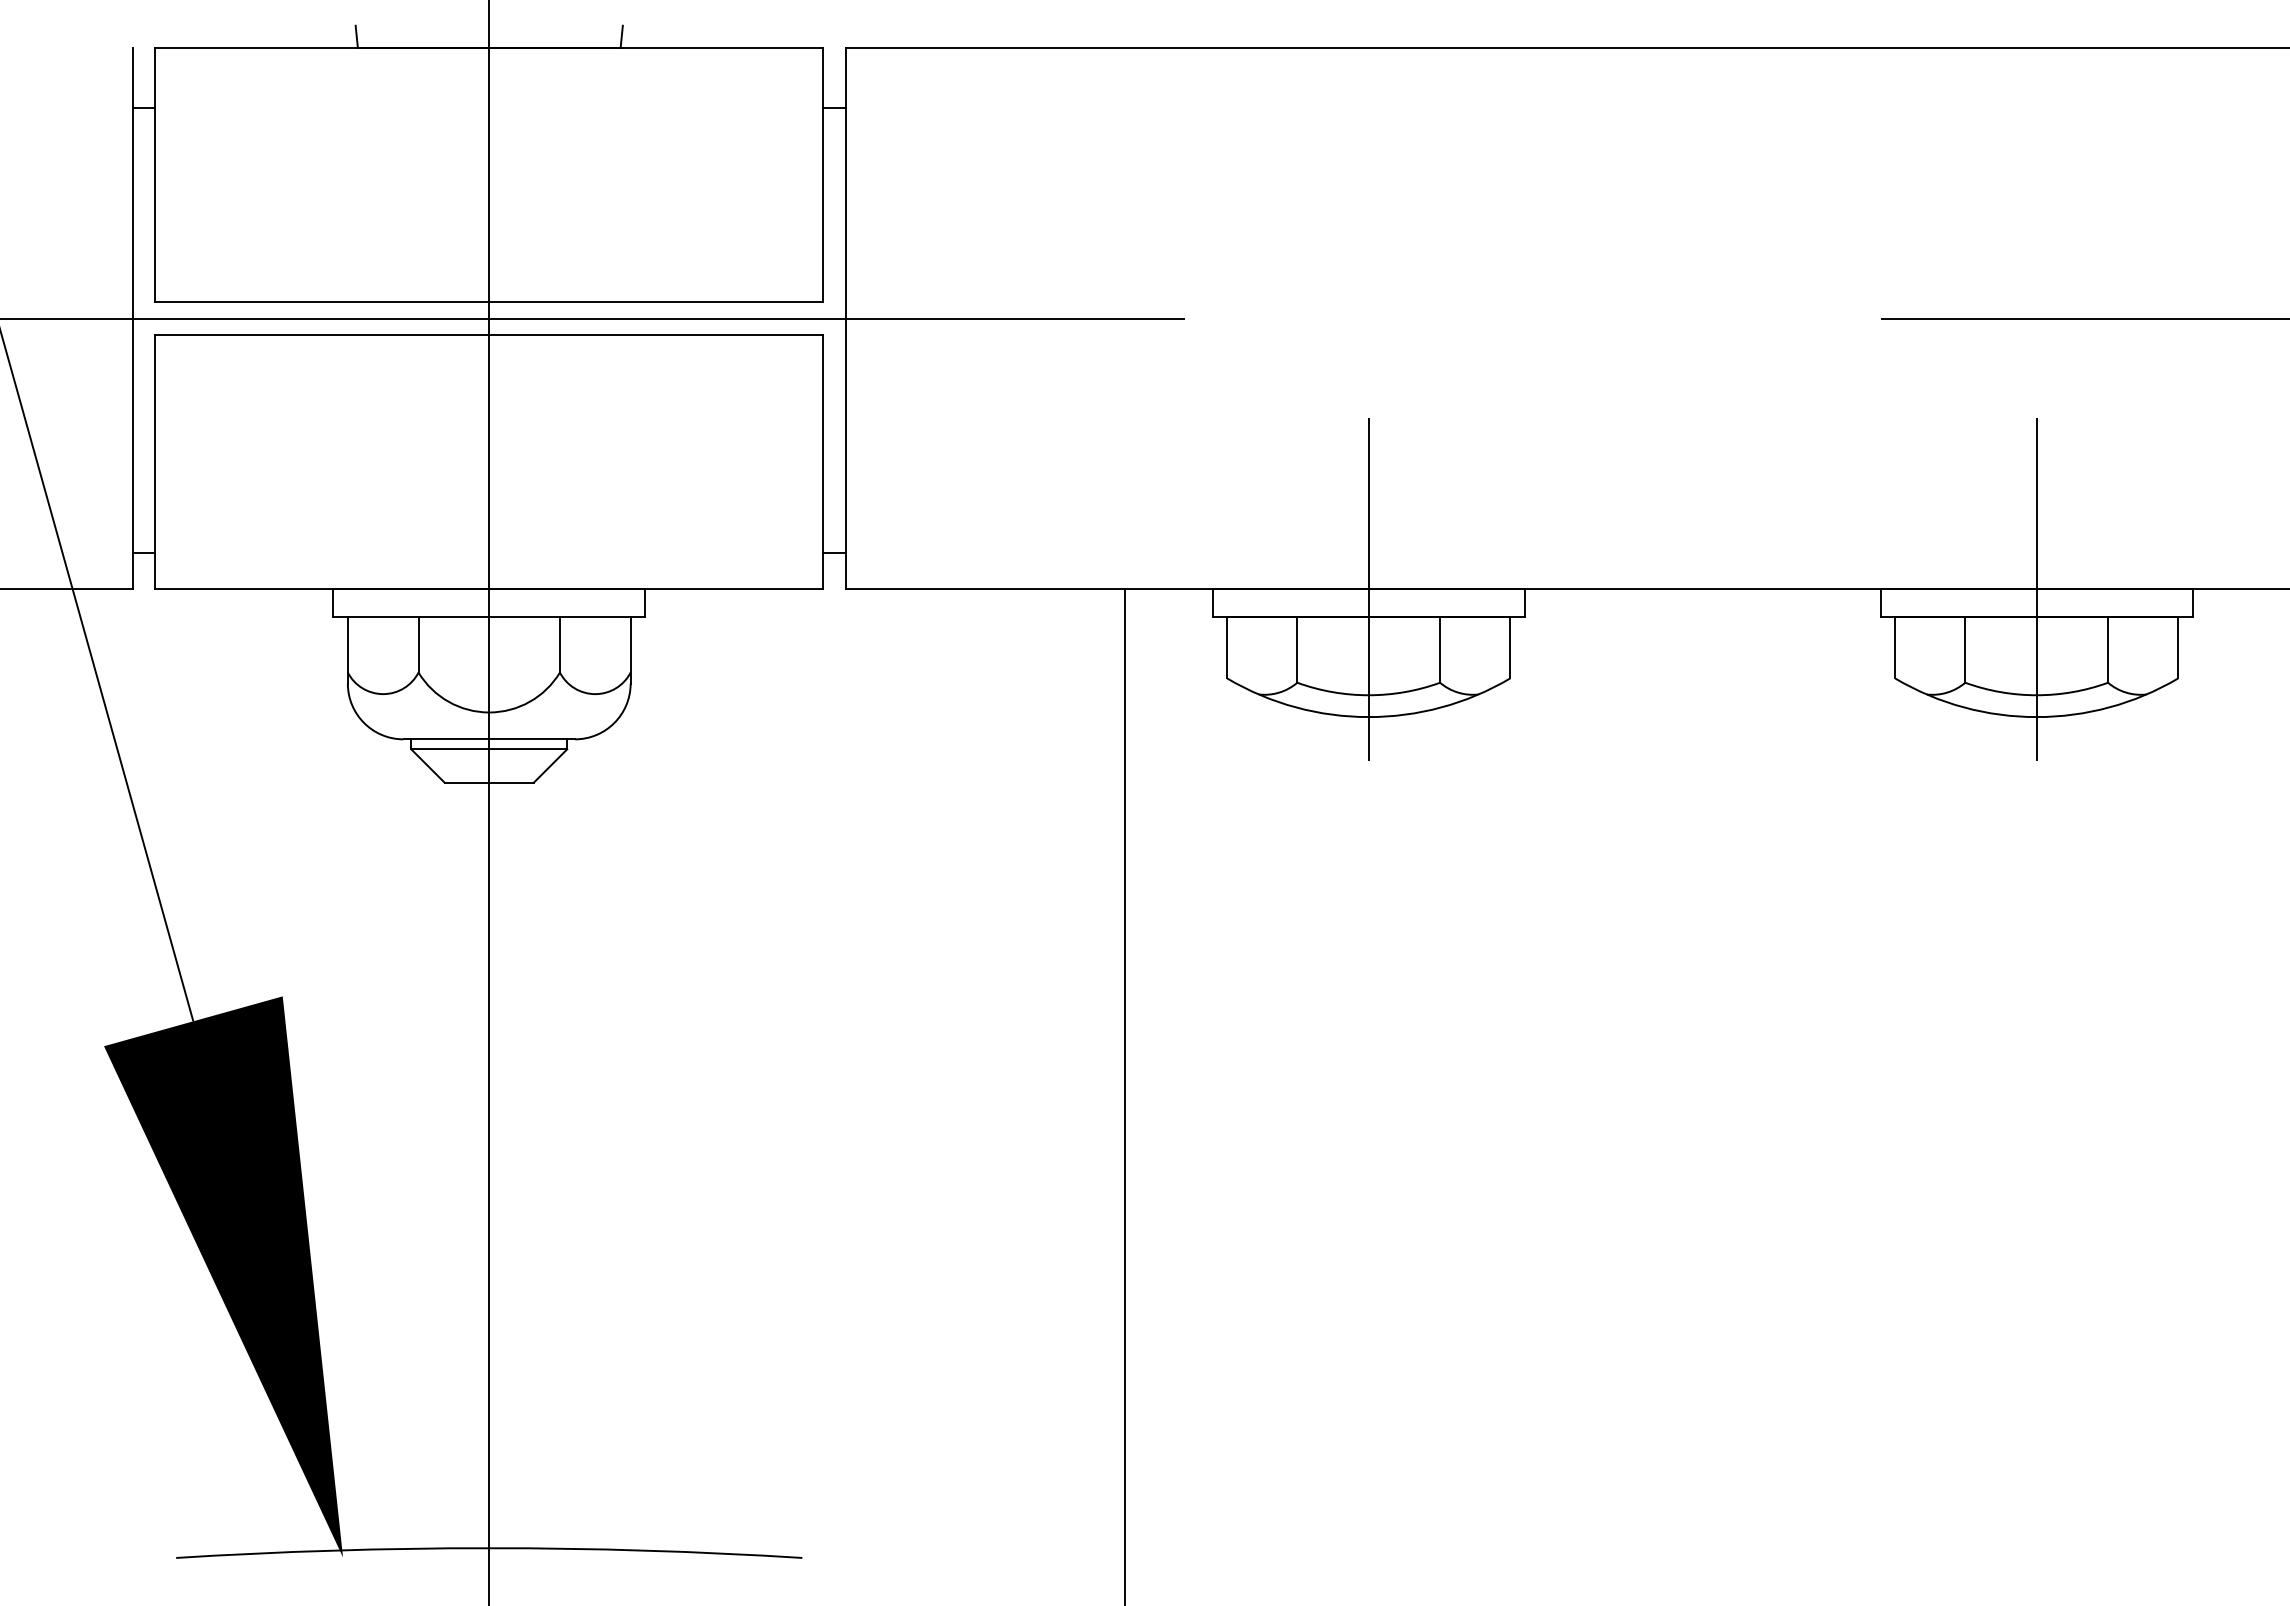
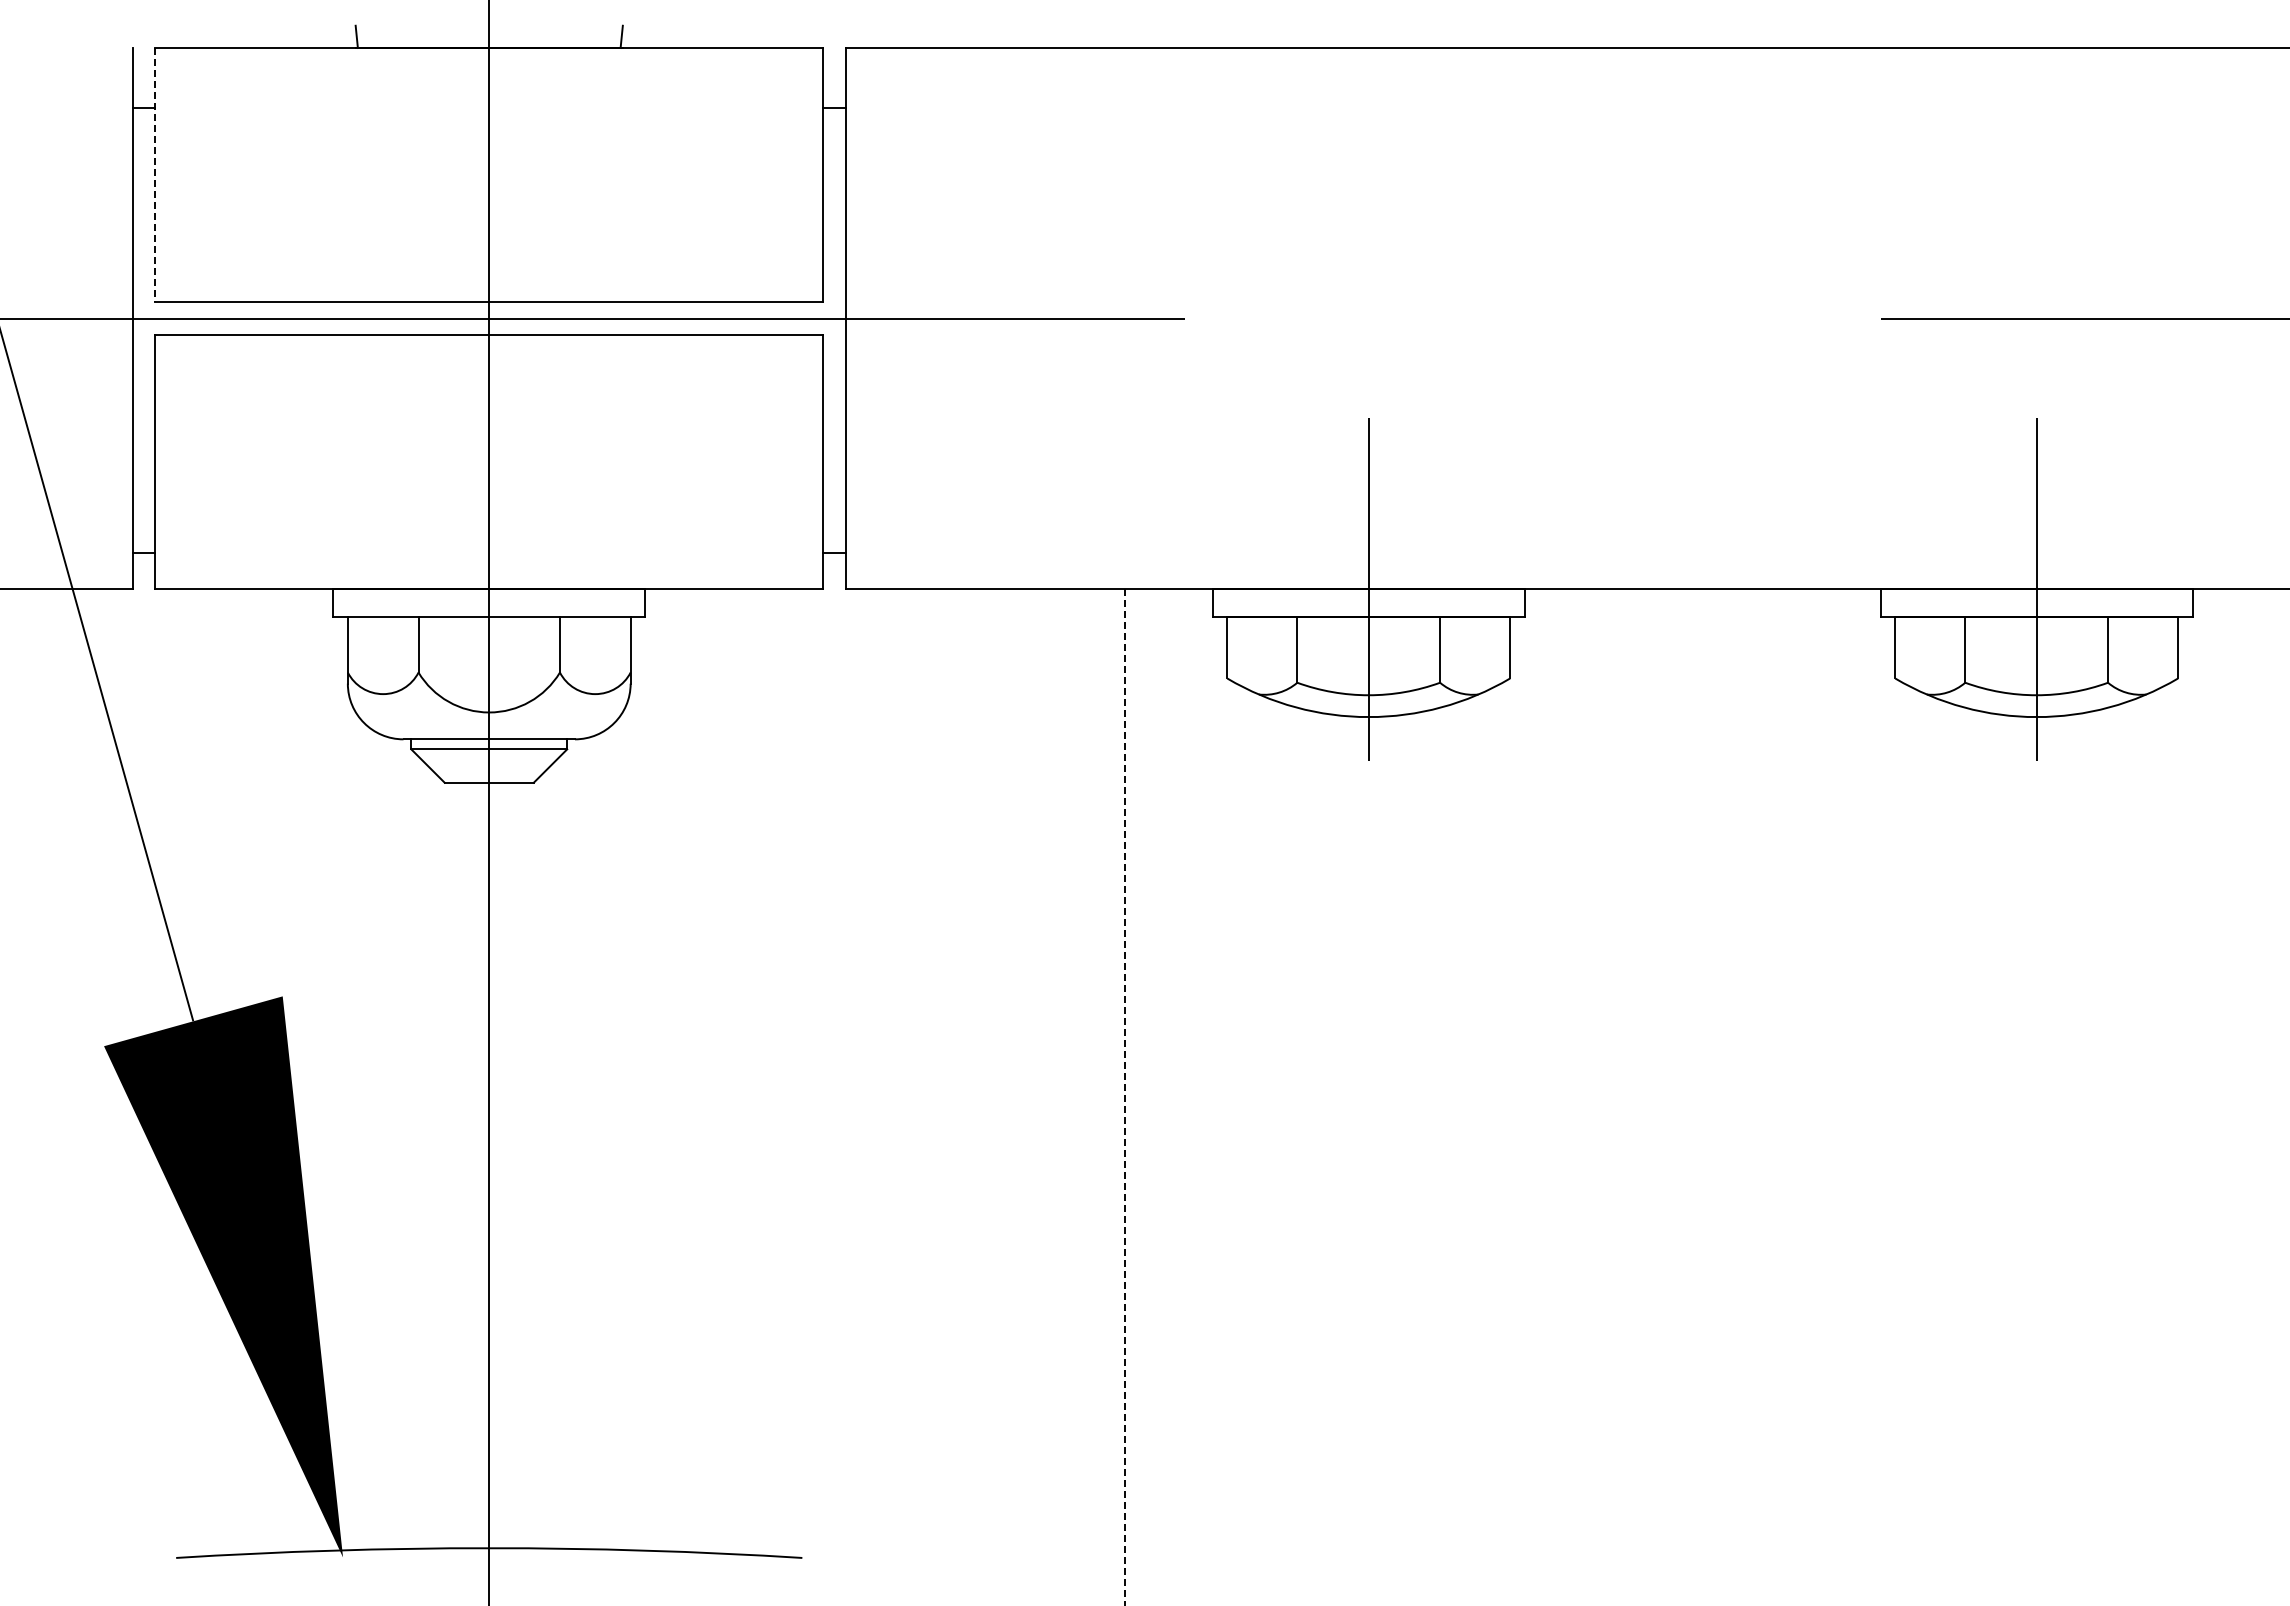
line at (155, 174): solid -> dashed
line at (1125, 1097): solid -> dashed
